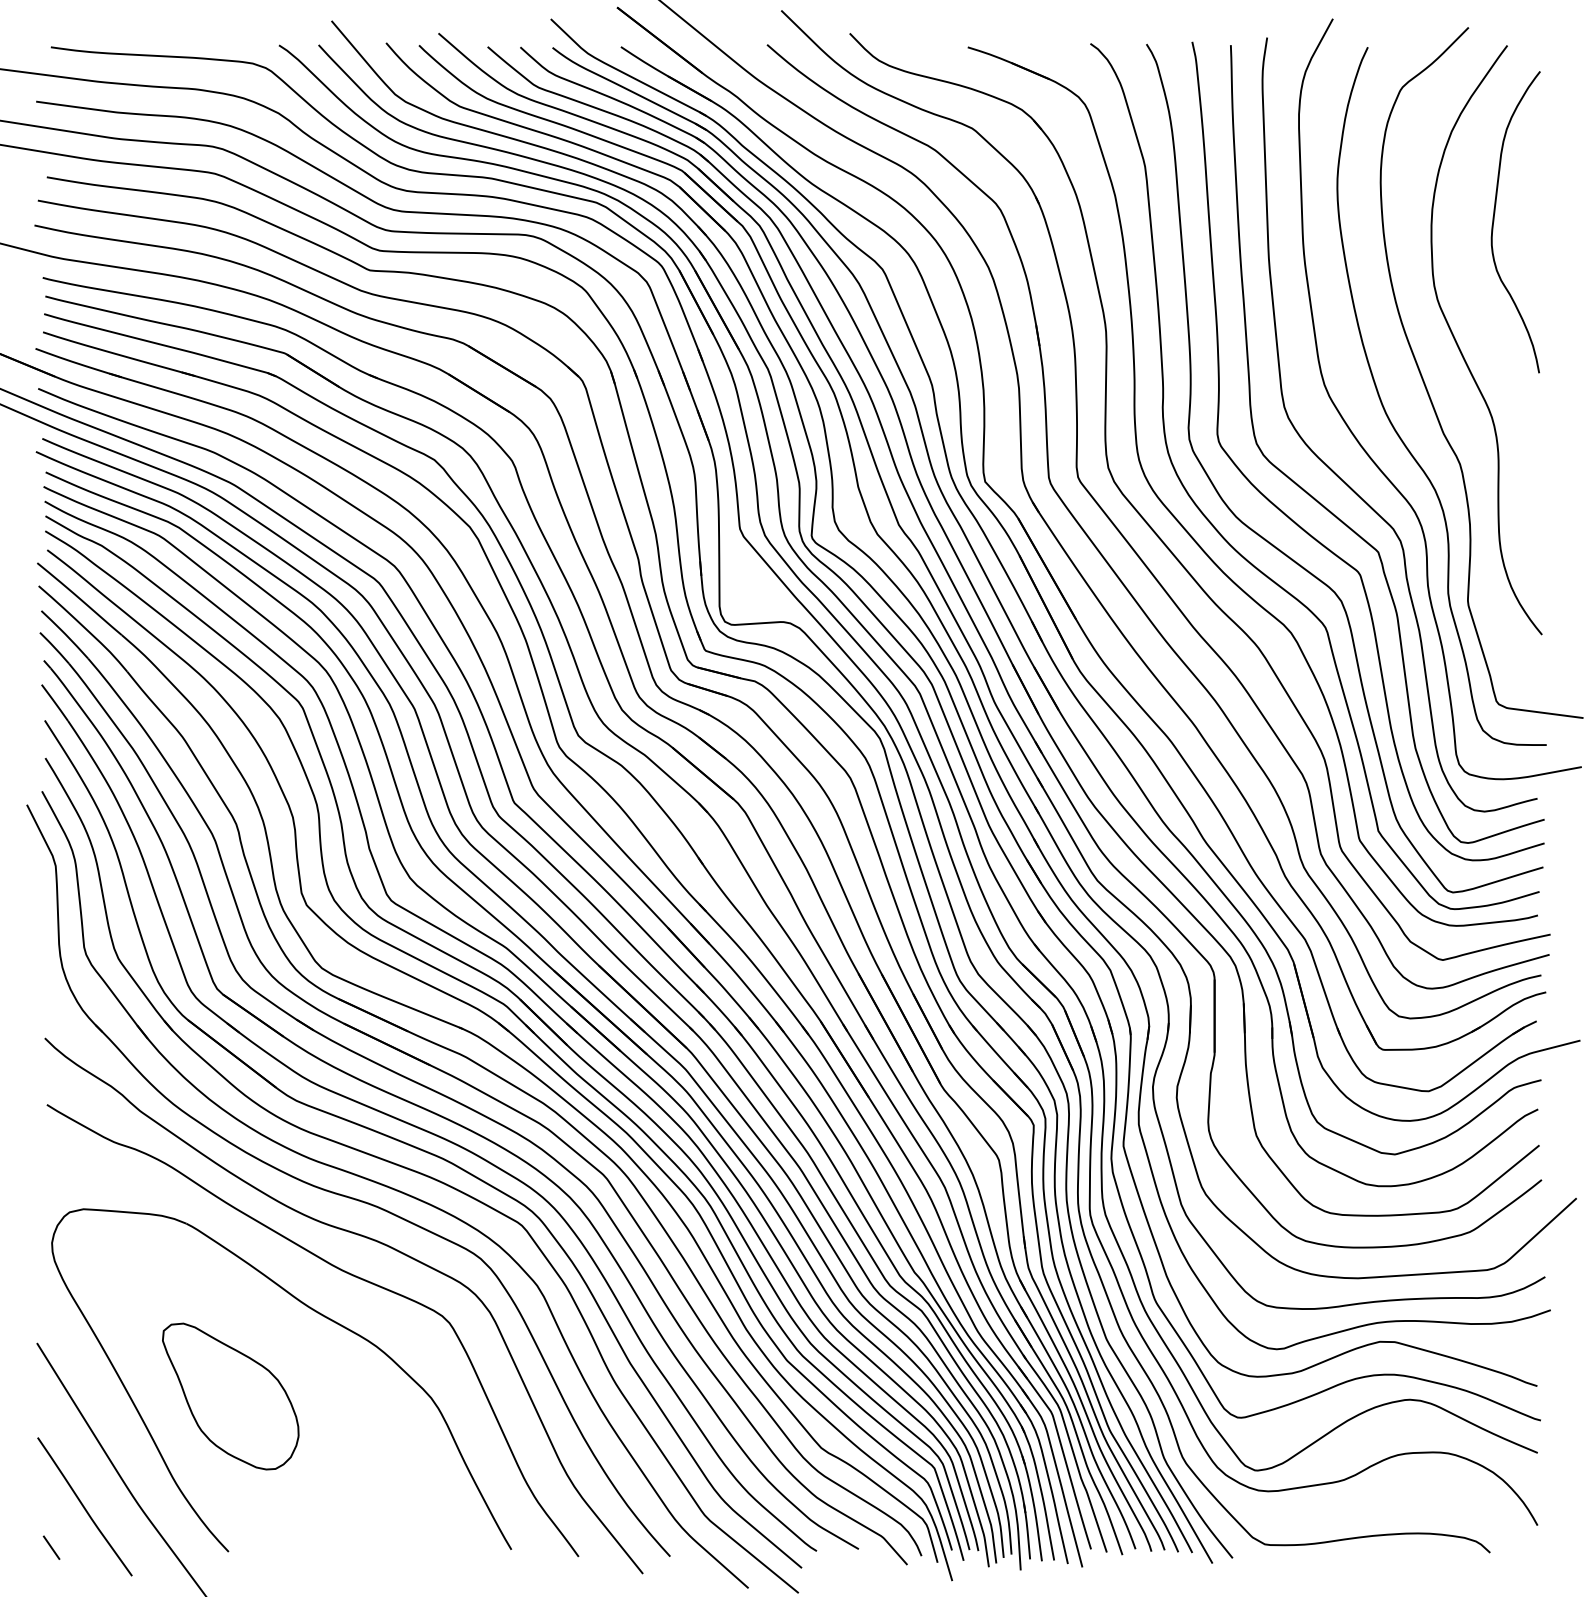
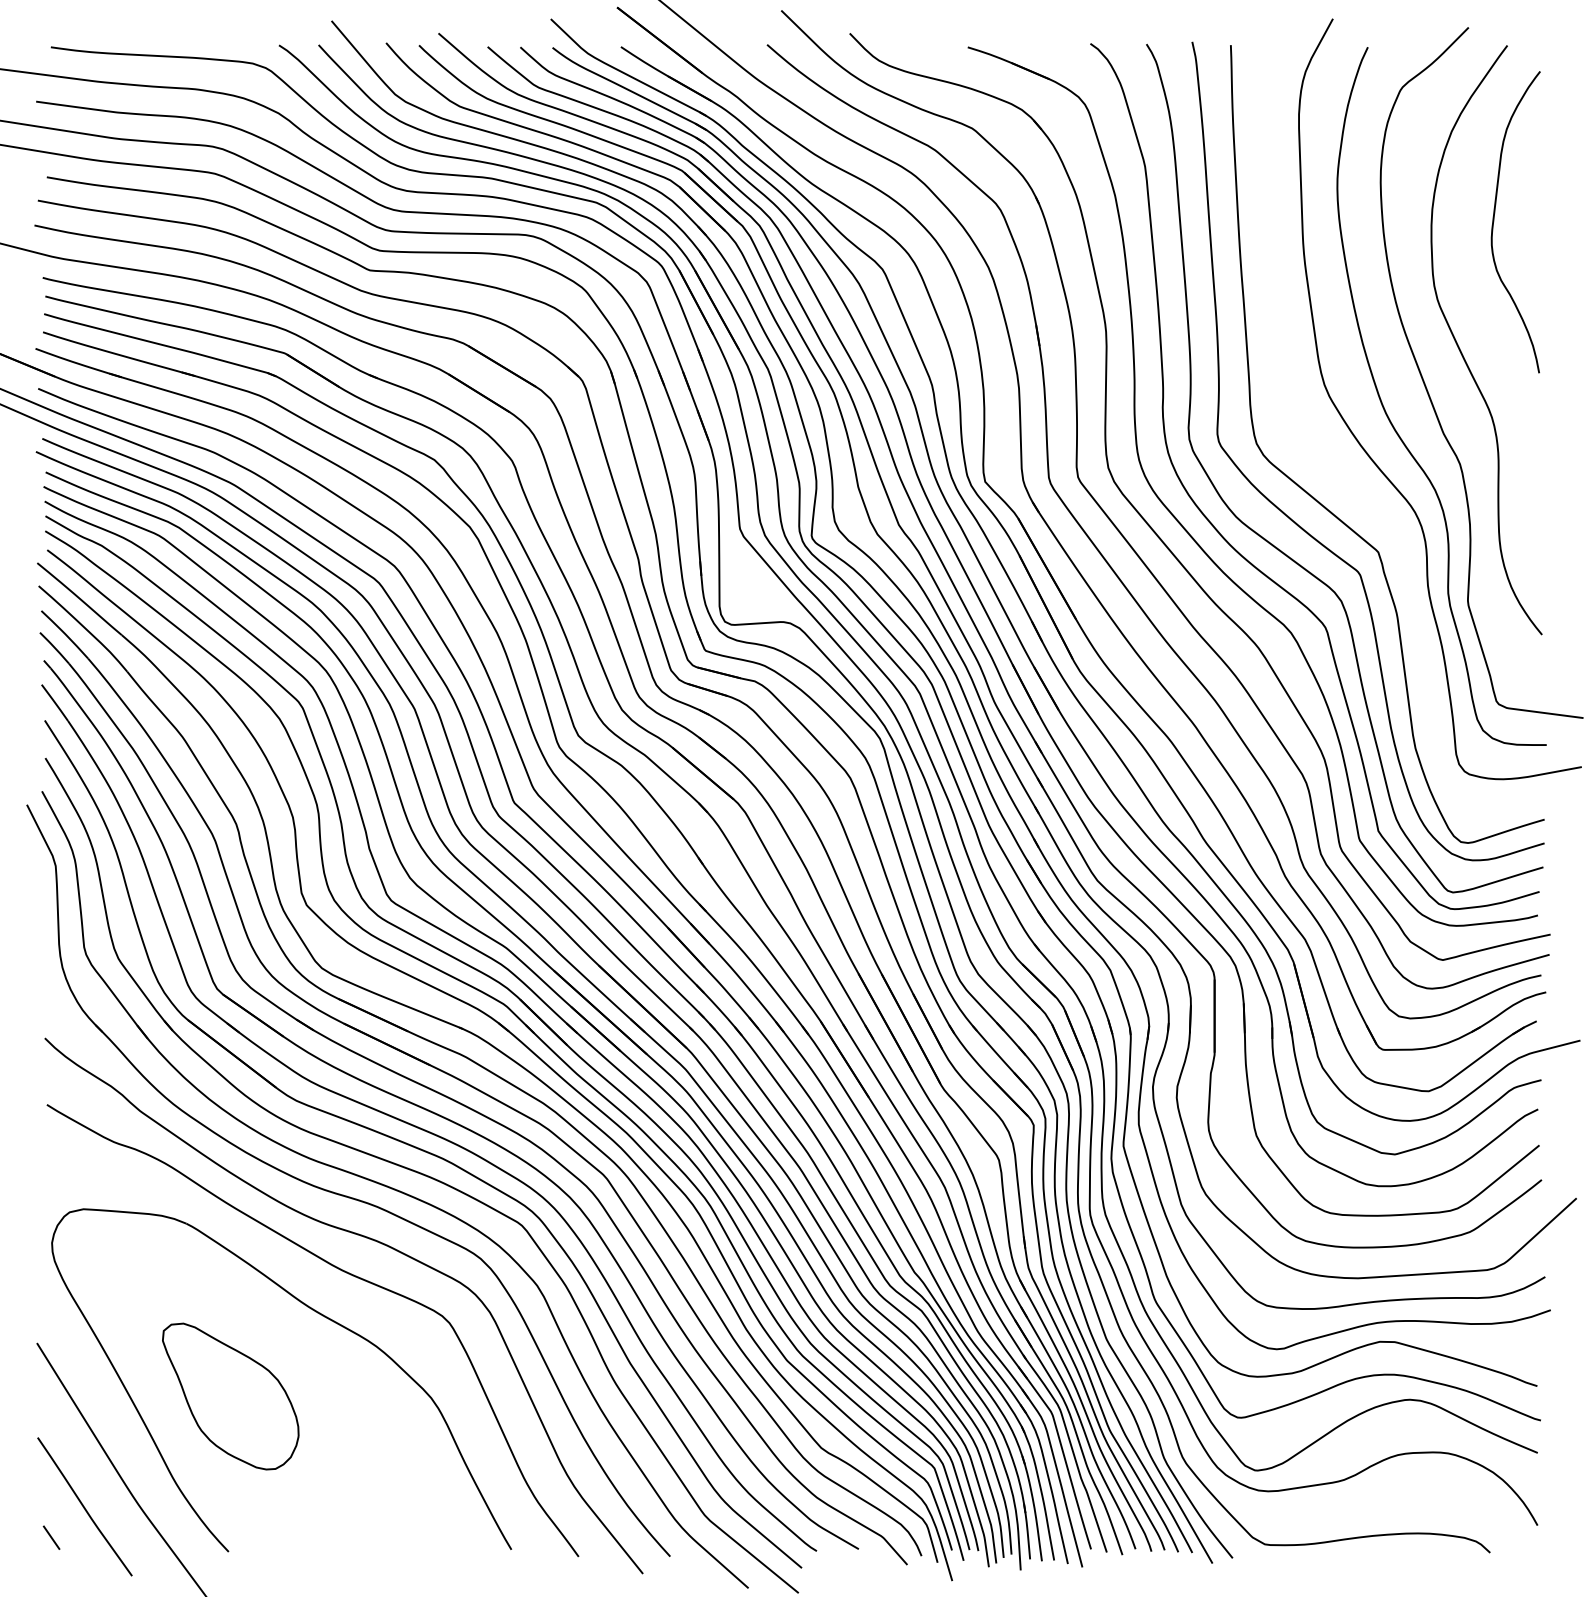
curve at (1346, 482): present -> none
line at (51, 1547) position: (51, 1547) -> (51, 1537)
